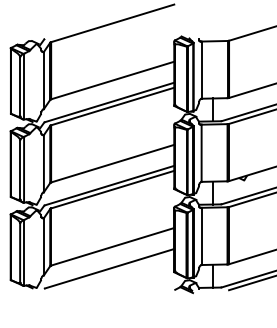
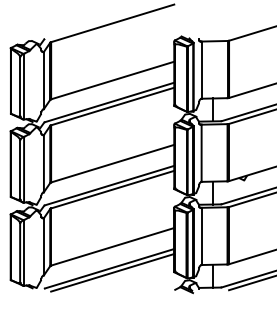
line at (112, 272): none -> present
